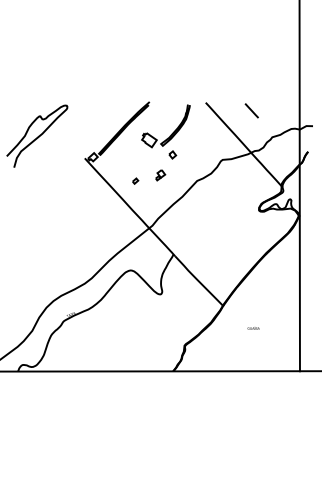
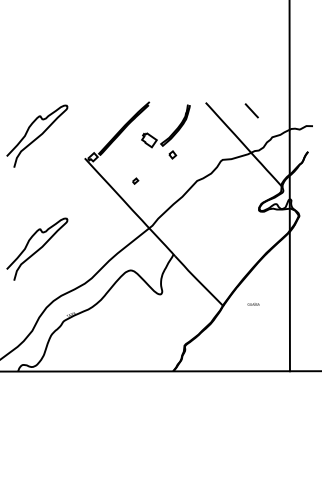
part at (160, 175): present -> none
line at (299, 186) position: (299, 186) -> (289, 186)
curve at (38, 248): none -> present
text at (253, 328) position: (253, 328) -> (253, 304)
